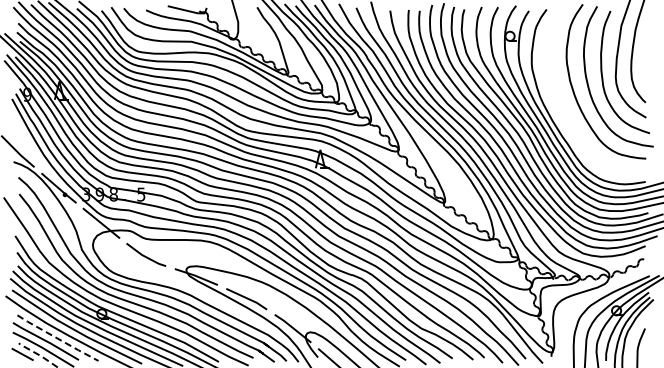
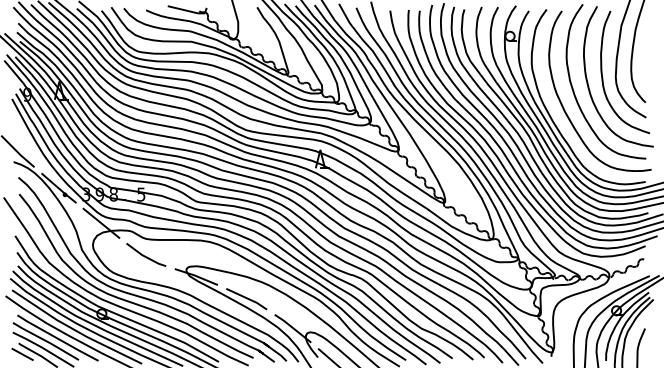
curve at (563, 105): none -> present
line at (57, 338): dashed -> solid
line at (38, 354): dashed -> solid
